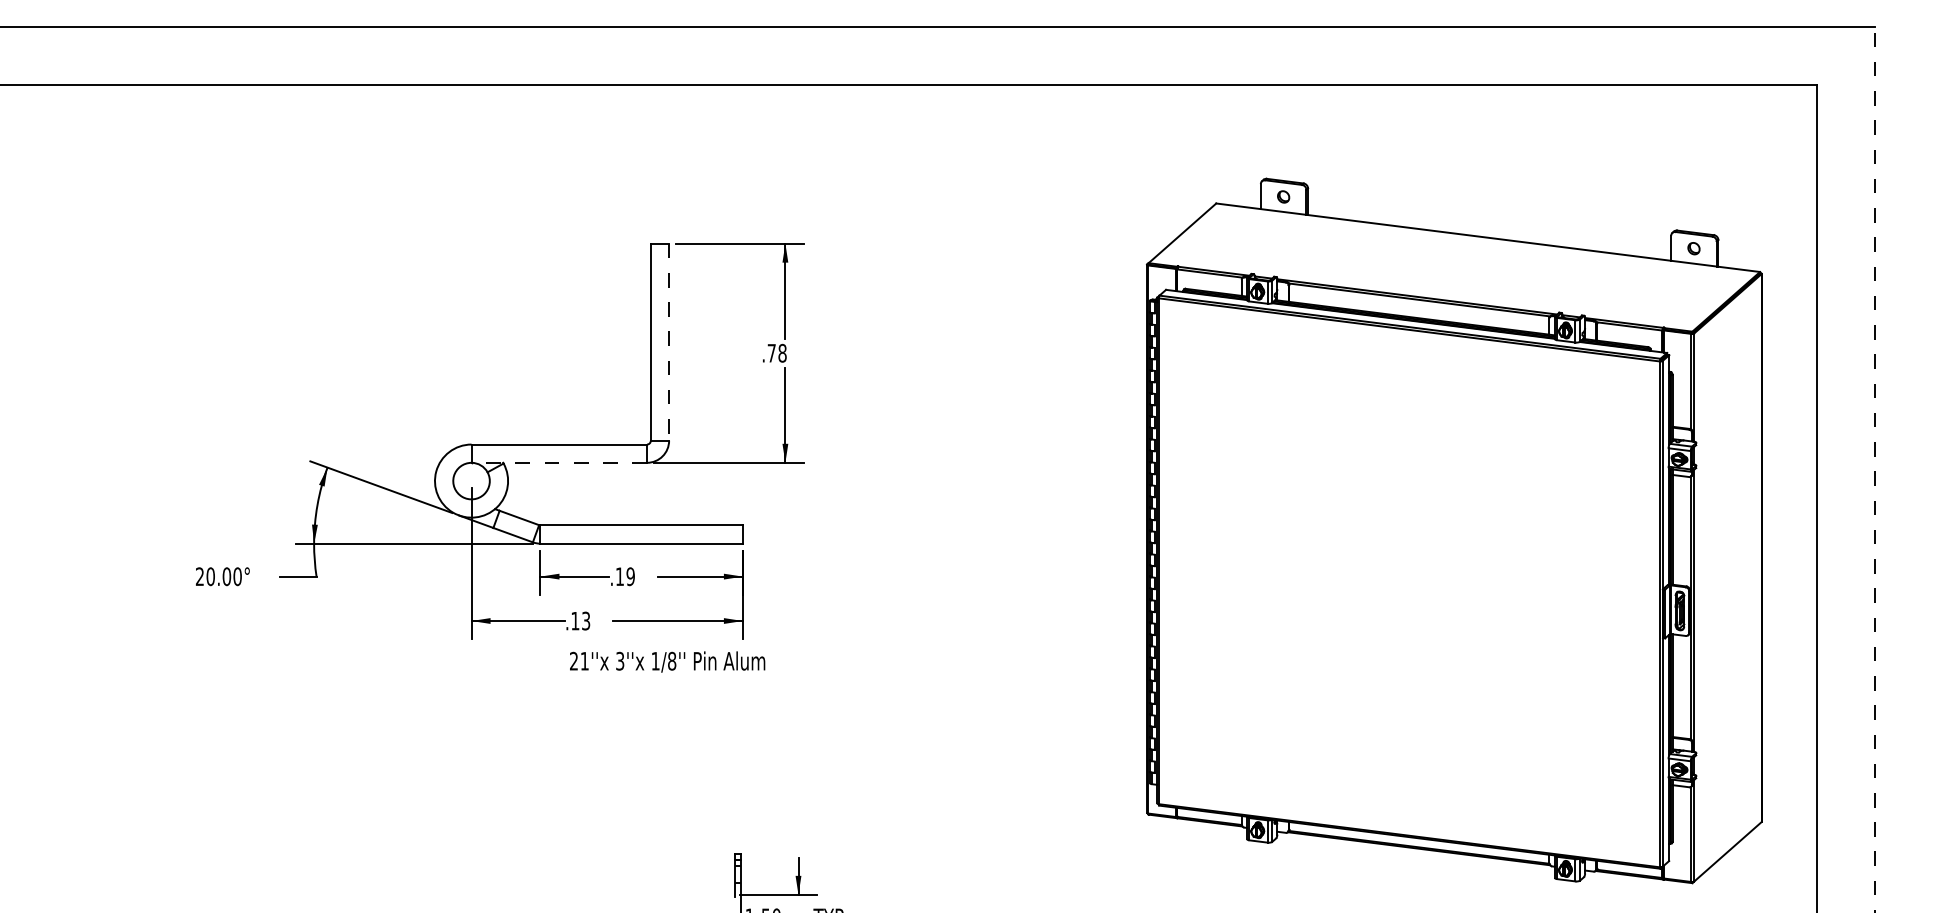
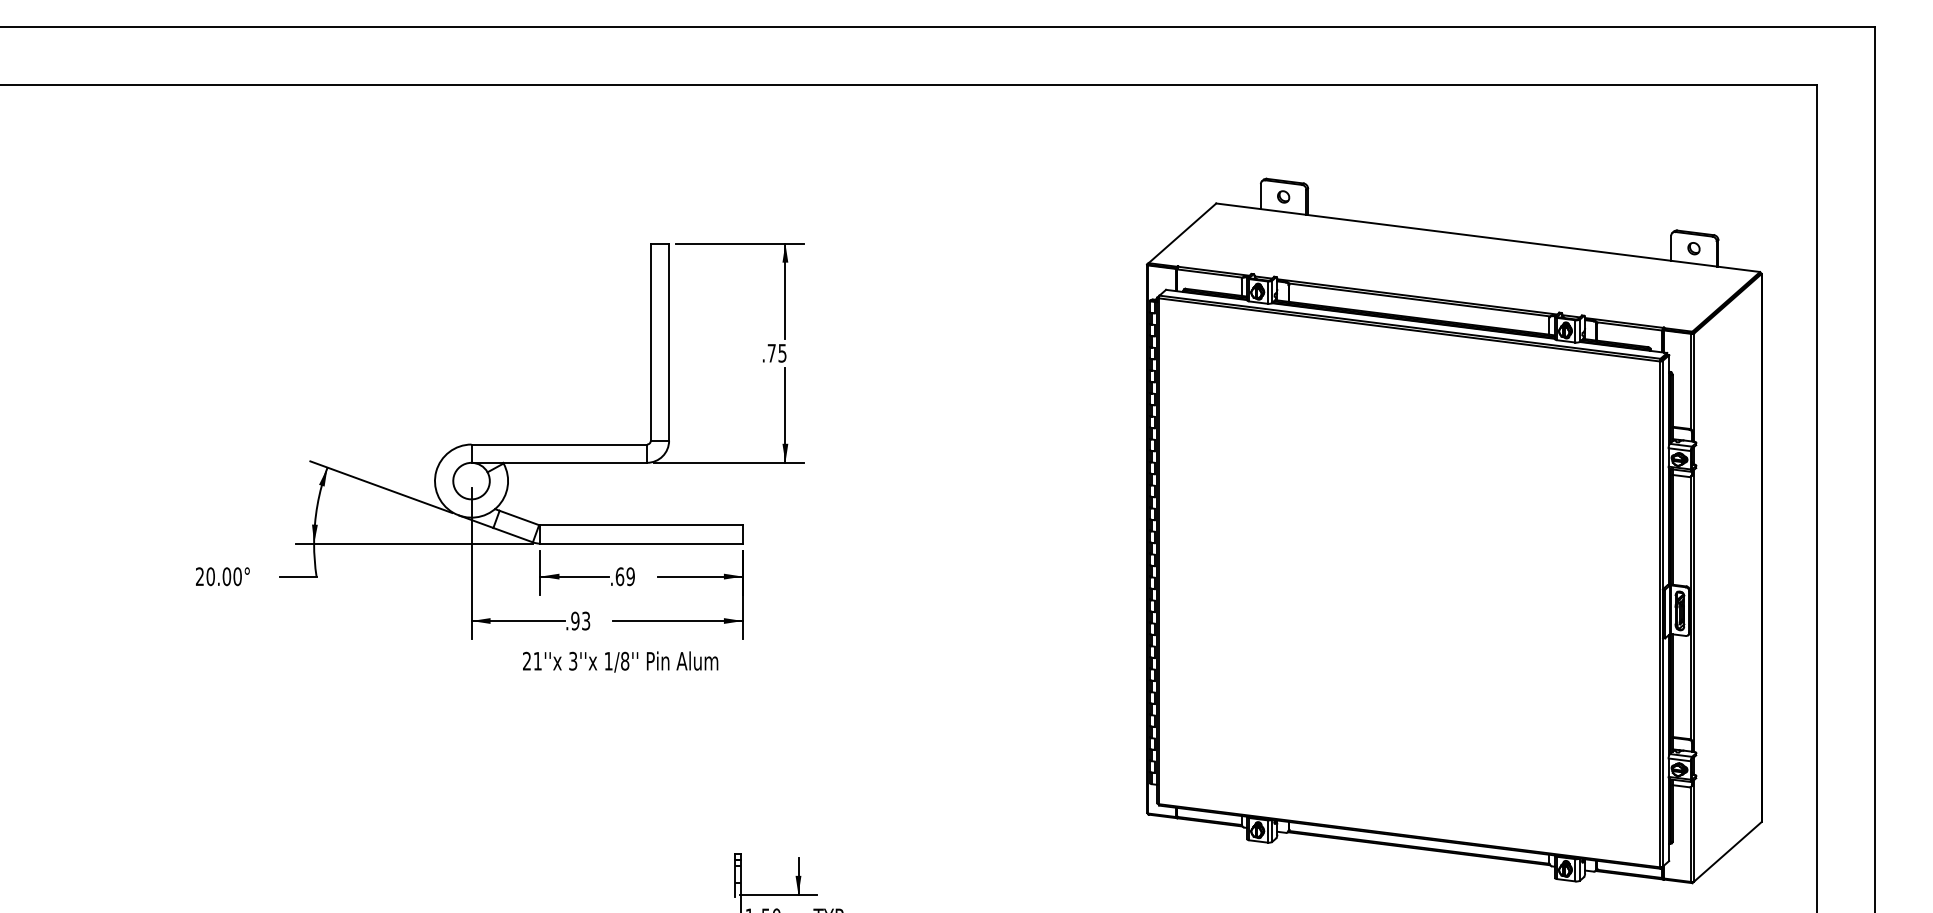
line at (669, 342): dashed -> solid
text at (782, 352): .78 -> .75
line at (559, 462): dashed -> solid
line at (1875, 469): dashed -> solid
text at (619, 576): .19 -> .69
text at (575, 620): .13 -> .93
text at (667, 661) position: (667, 661) -> (620, 661)
